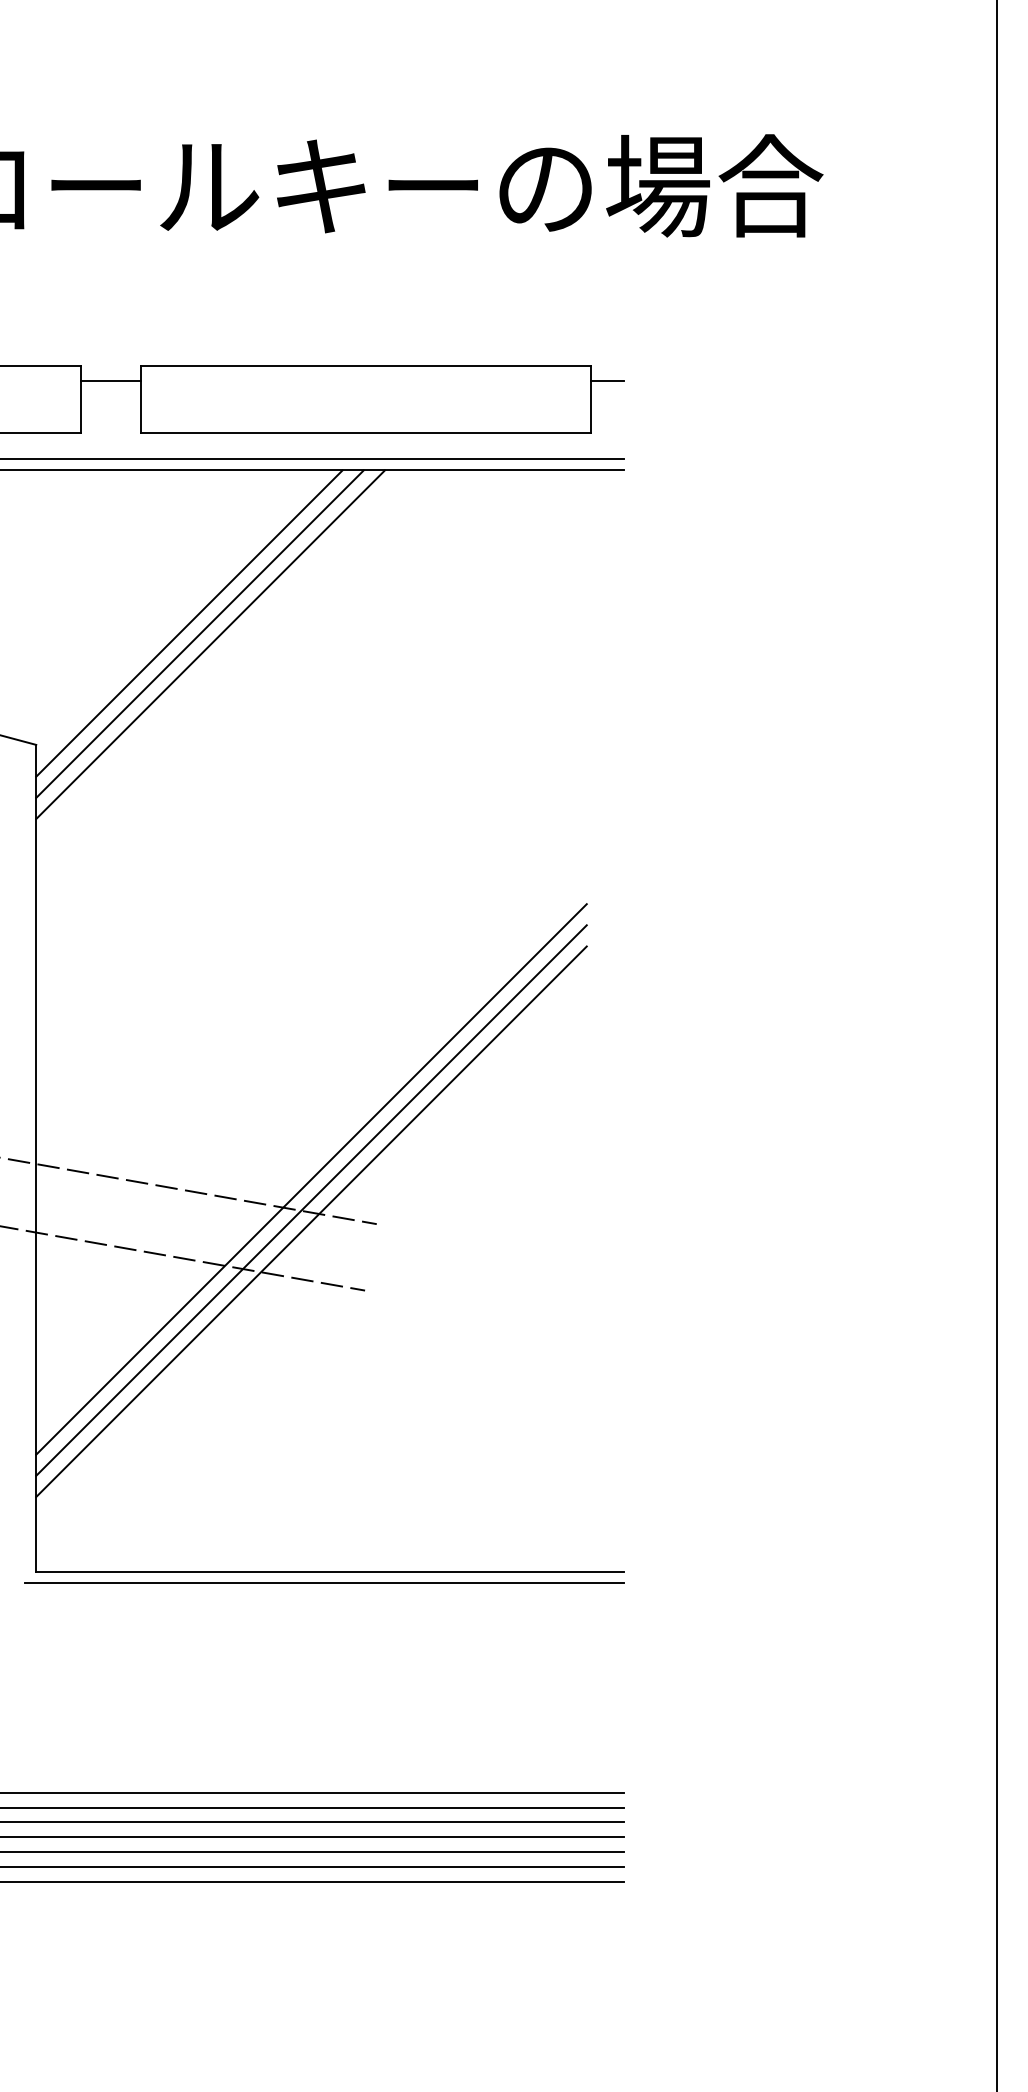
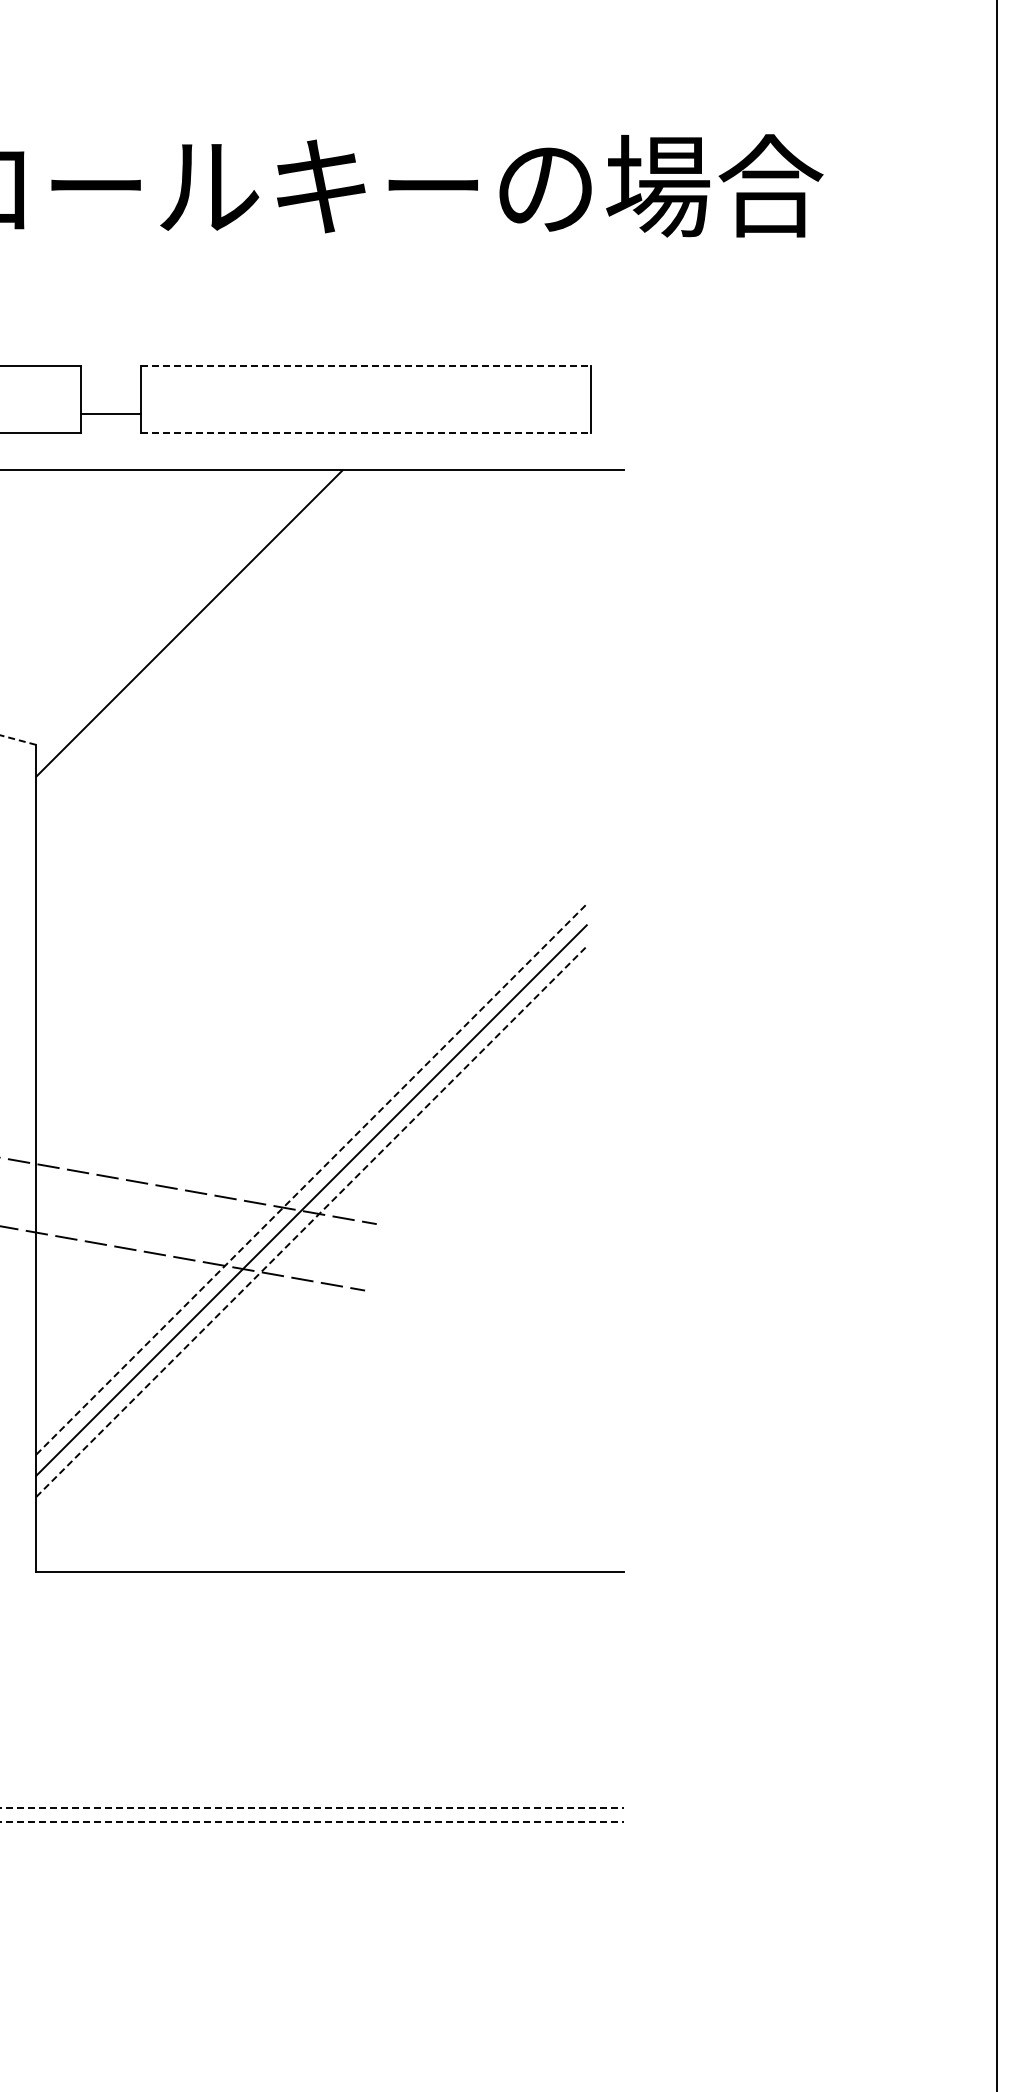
line at (365, 365): solid -> dashed
line at (111, 380) position: (111, 380) -> (111, 413)
line at (607, 380): present -> none
line at (365, 433): solid -> dashed
line at (313, 459): present -> none
line at (199, 633): present -> none
line at (210, 644): present -> none
line at (17, 740): solid -> dashed
line at (311, 1179): solid -> dashed
line at (311, 1221): solid -> dashed
line at (324, 1582): present -> none
line at (313, 1792): present -> none
line at (312, 1807): solid -> dashed
line at (312, 1822): solid -> dashed
line at (313, 1837): present -> none
line at (313, 1852): present -> none
line at (313, 1867): present -> none
line at (313, 1882): present -> none
